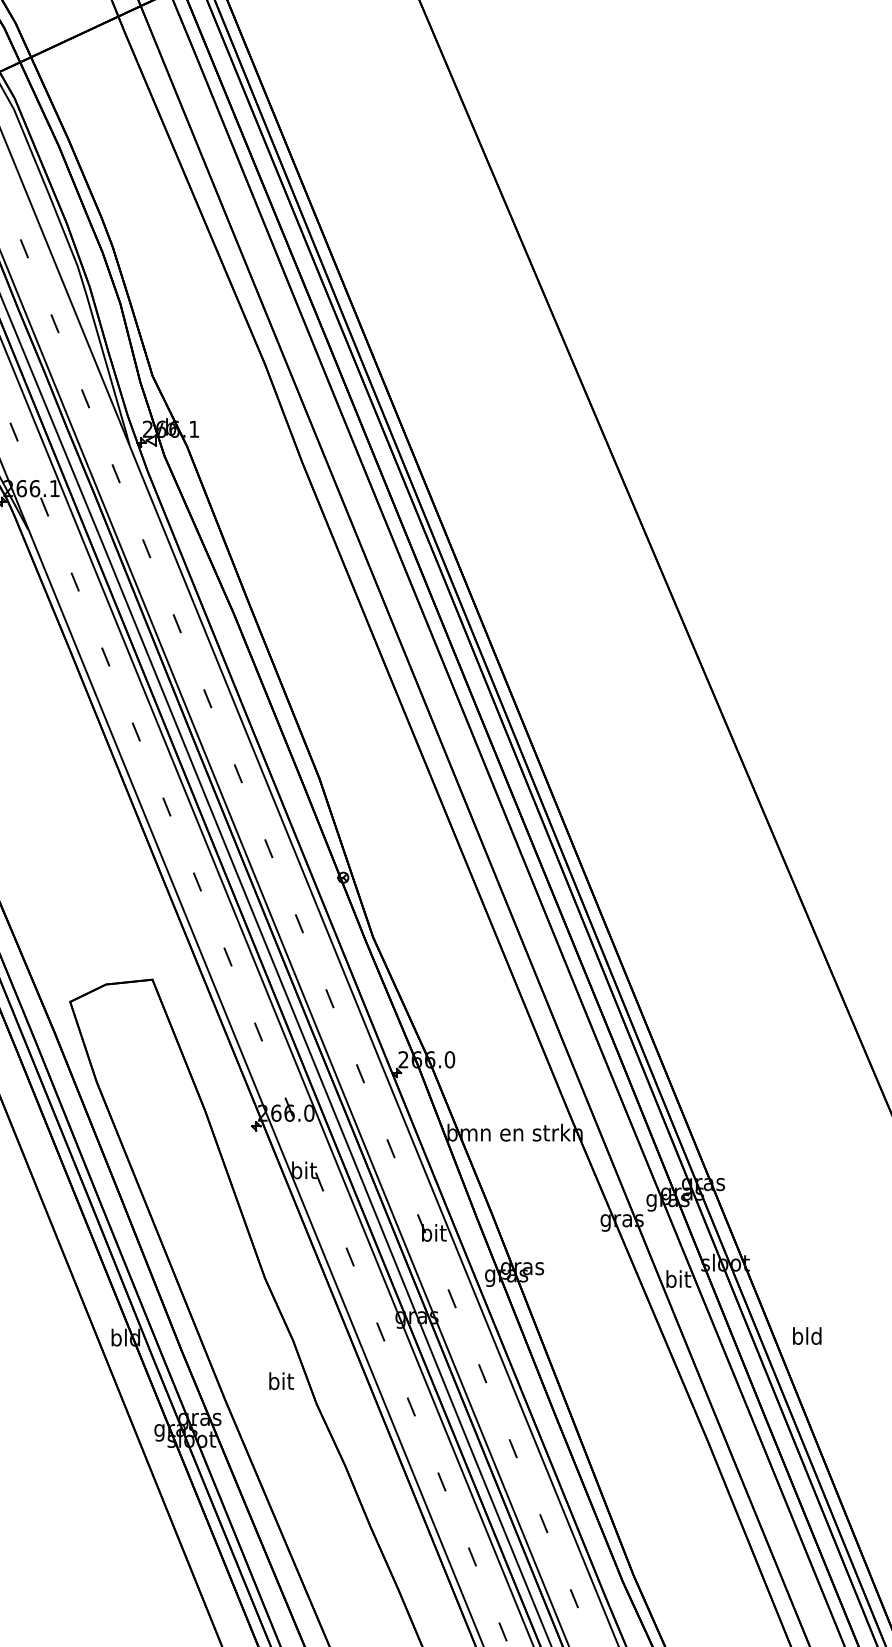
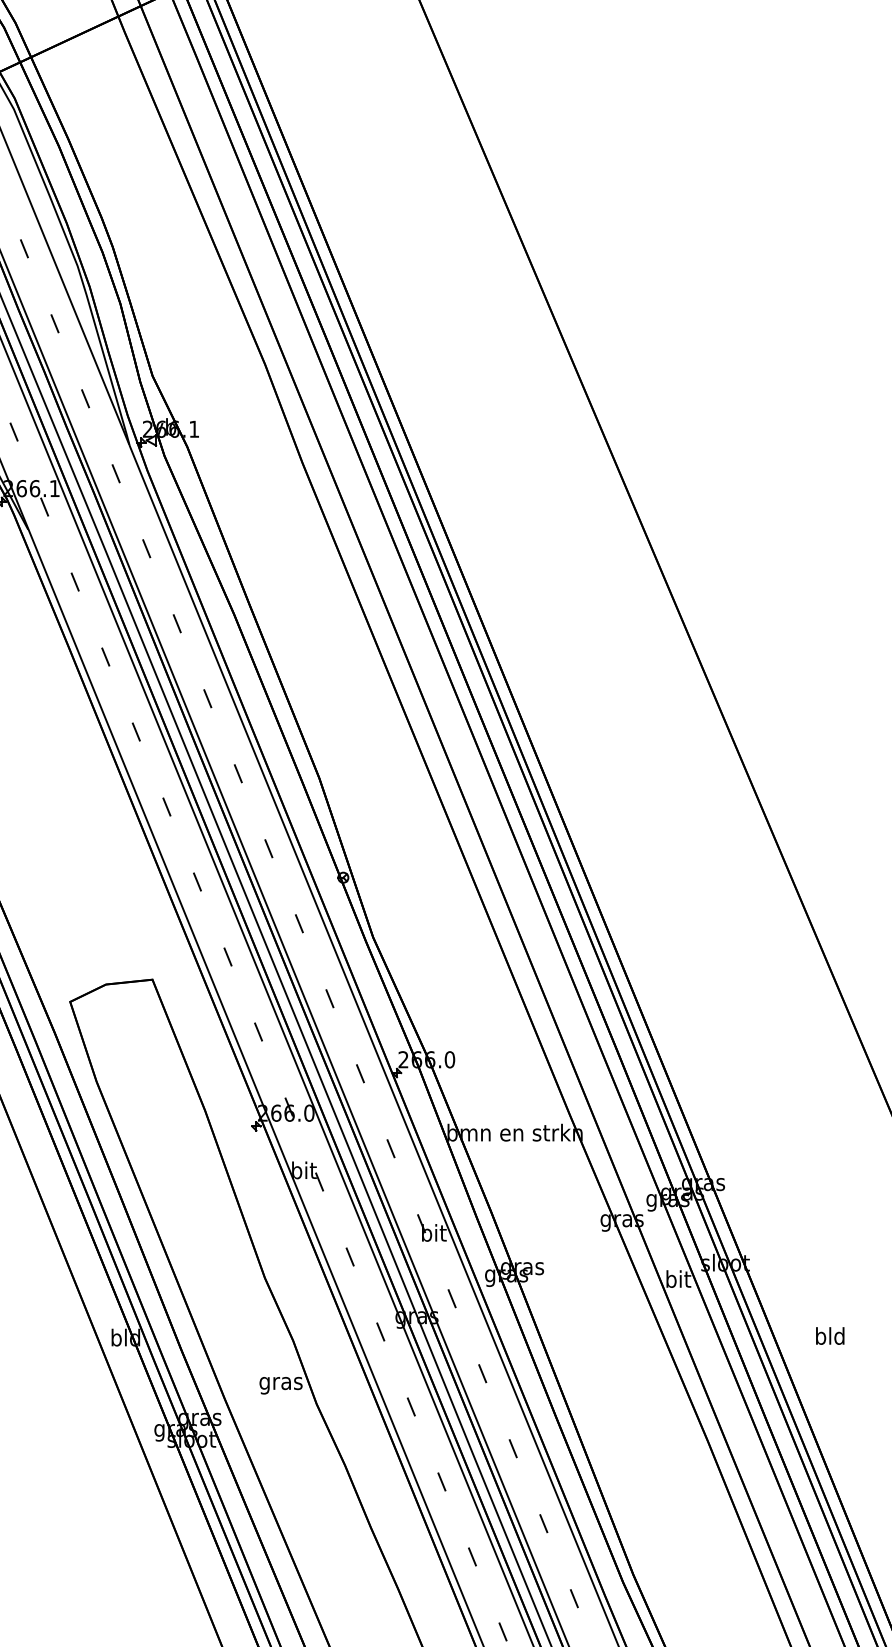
text at (807, 1335) position: (807, 1335) -> (830, 1335)
text at (280, 1383): bit -> gras
